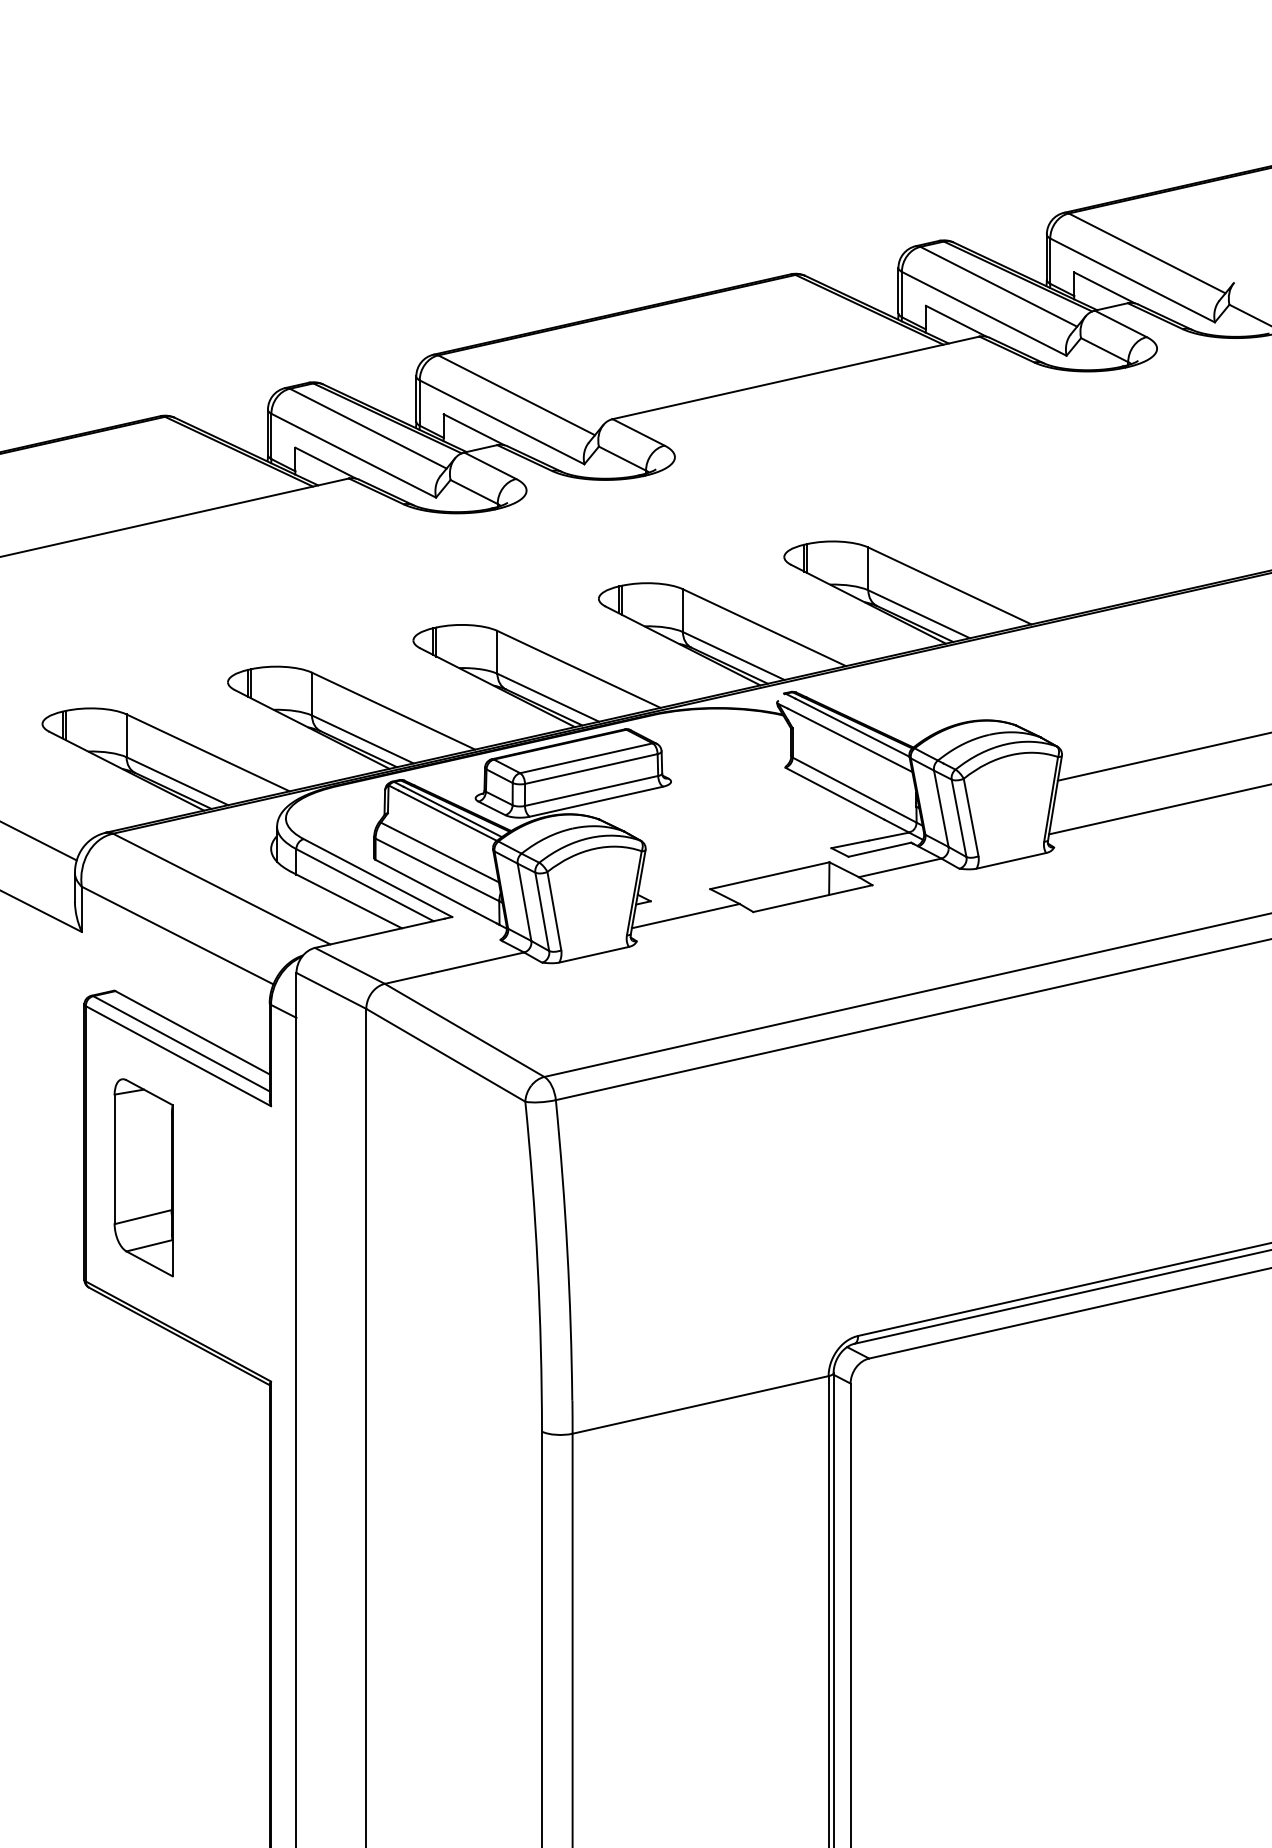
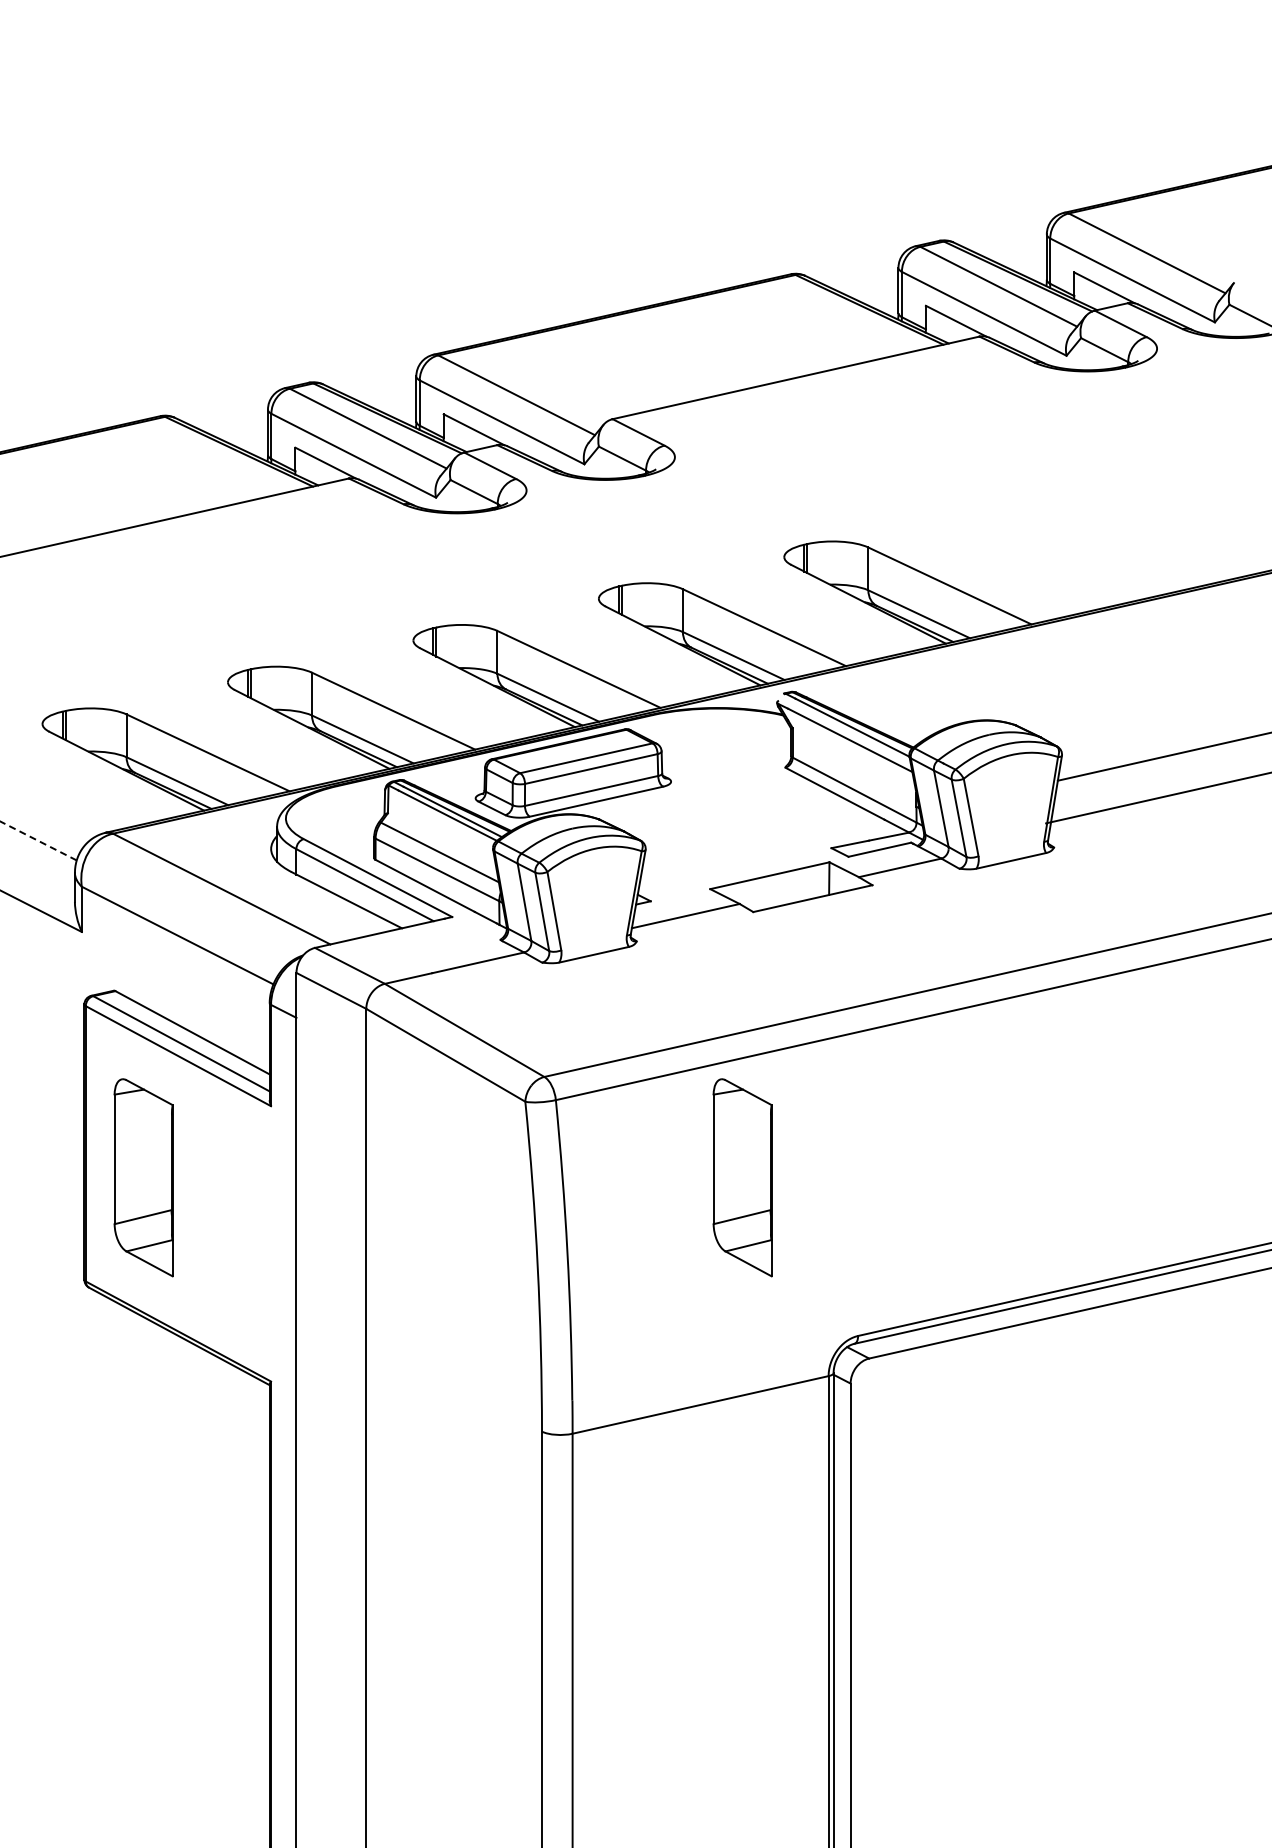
line at (1158, 809) position: (1158, 809) -> (1157, 798)
line at (38, 840): solid -> dashed
part at (742, 1177): none -> present
